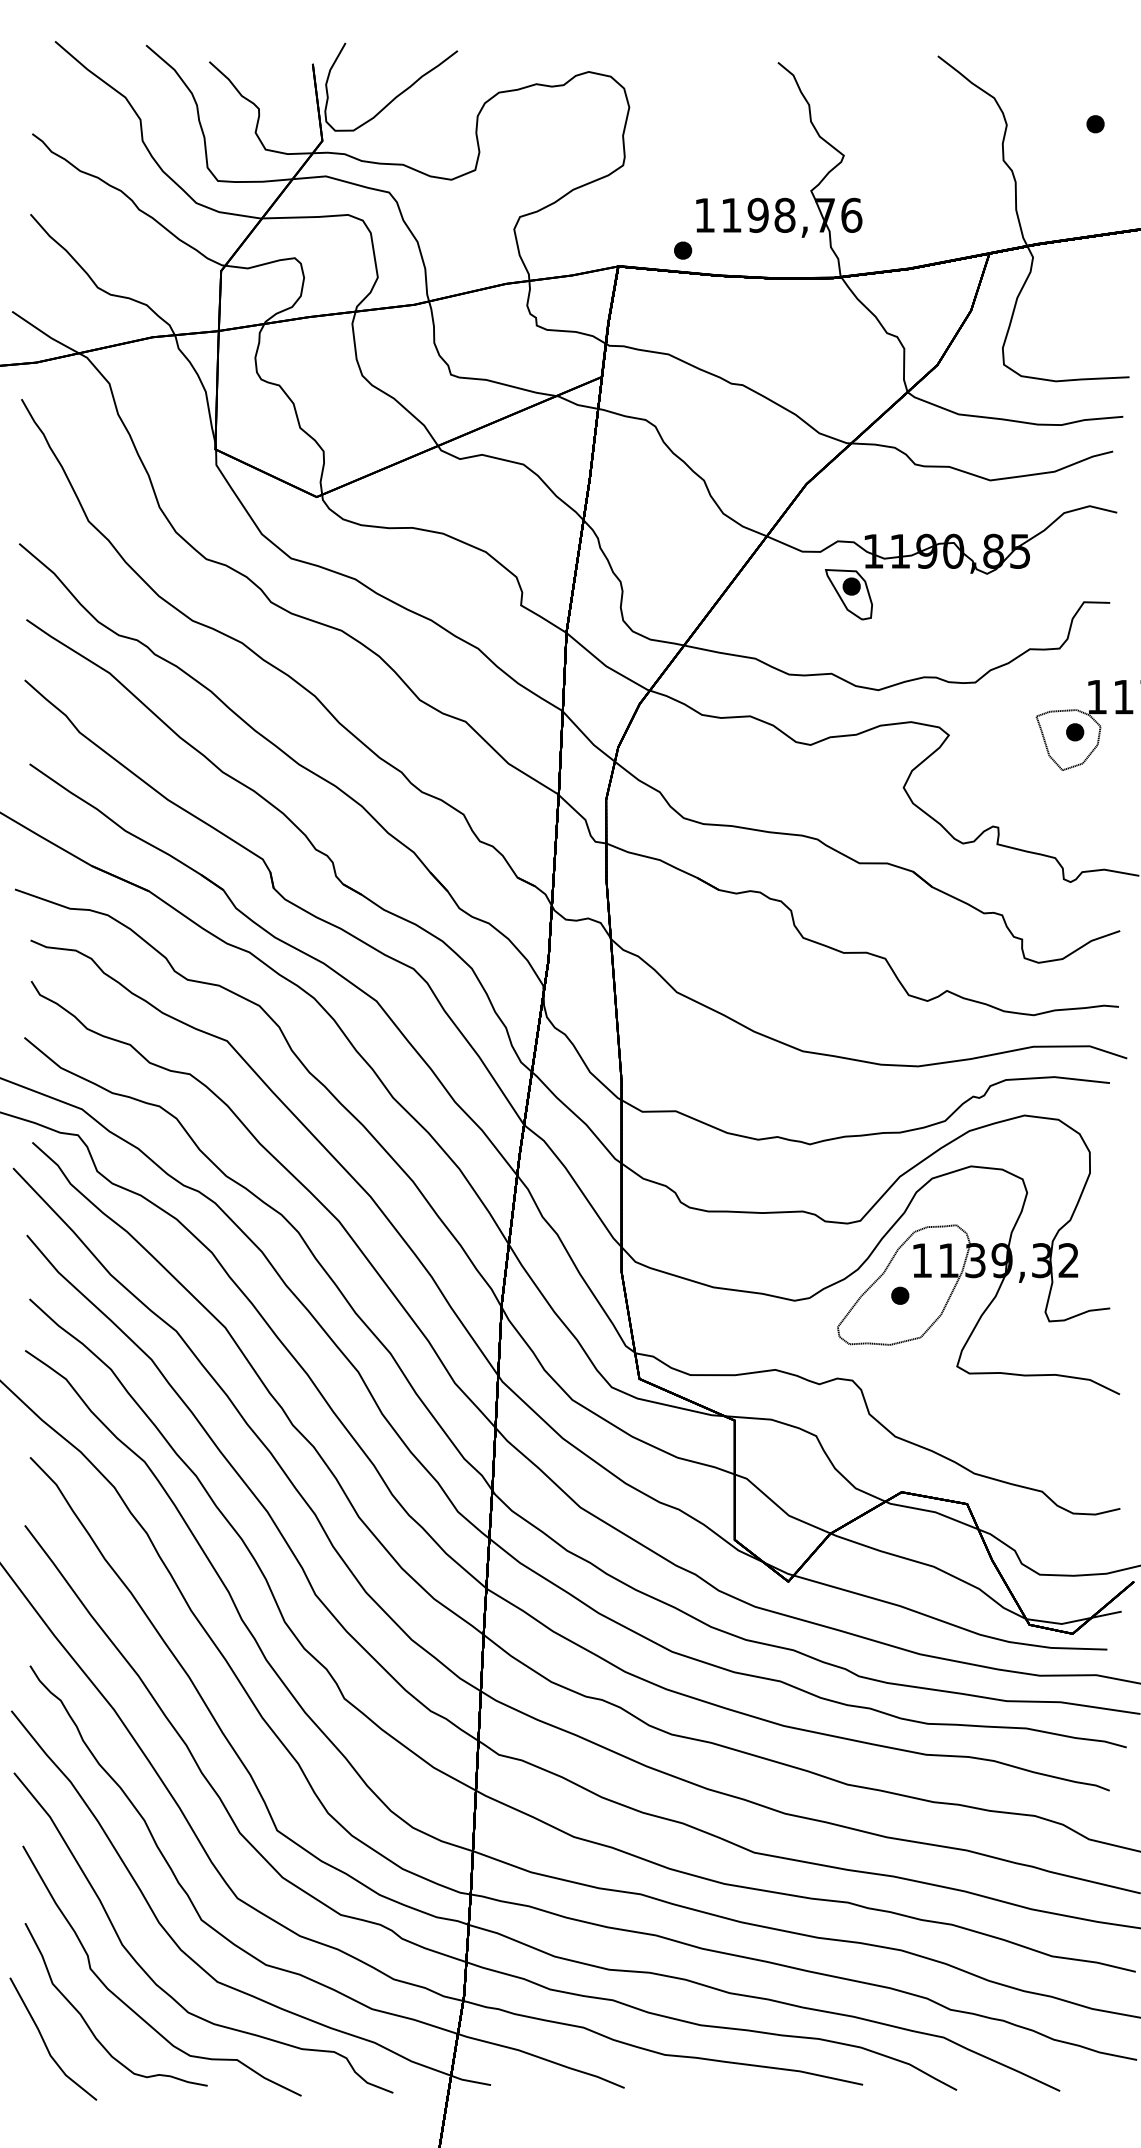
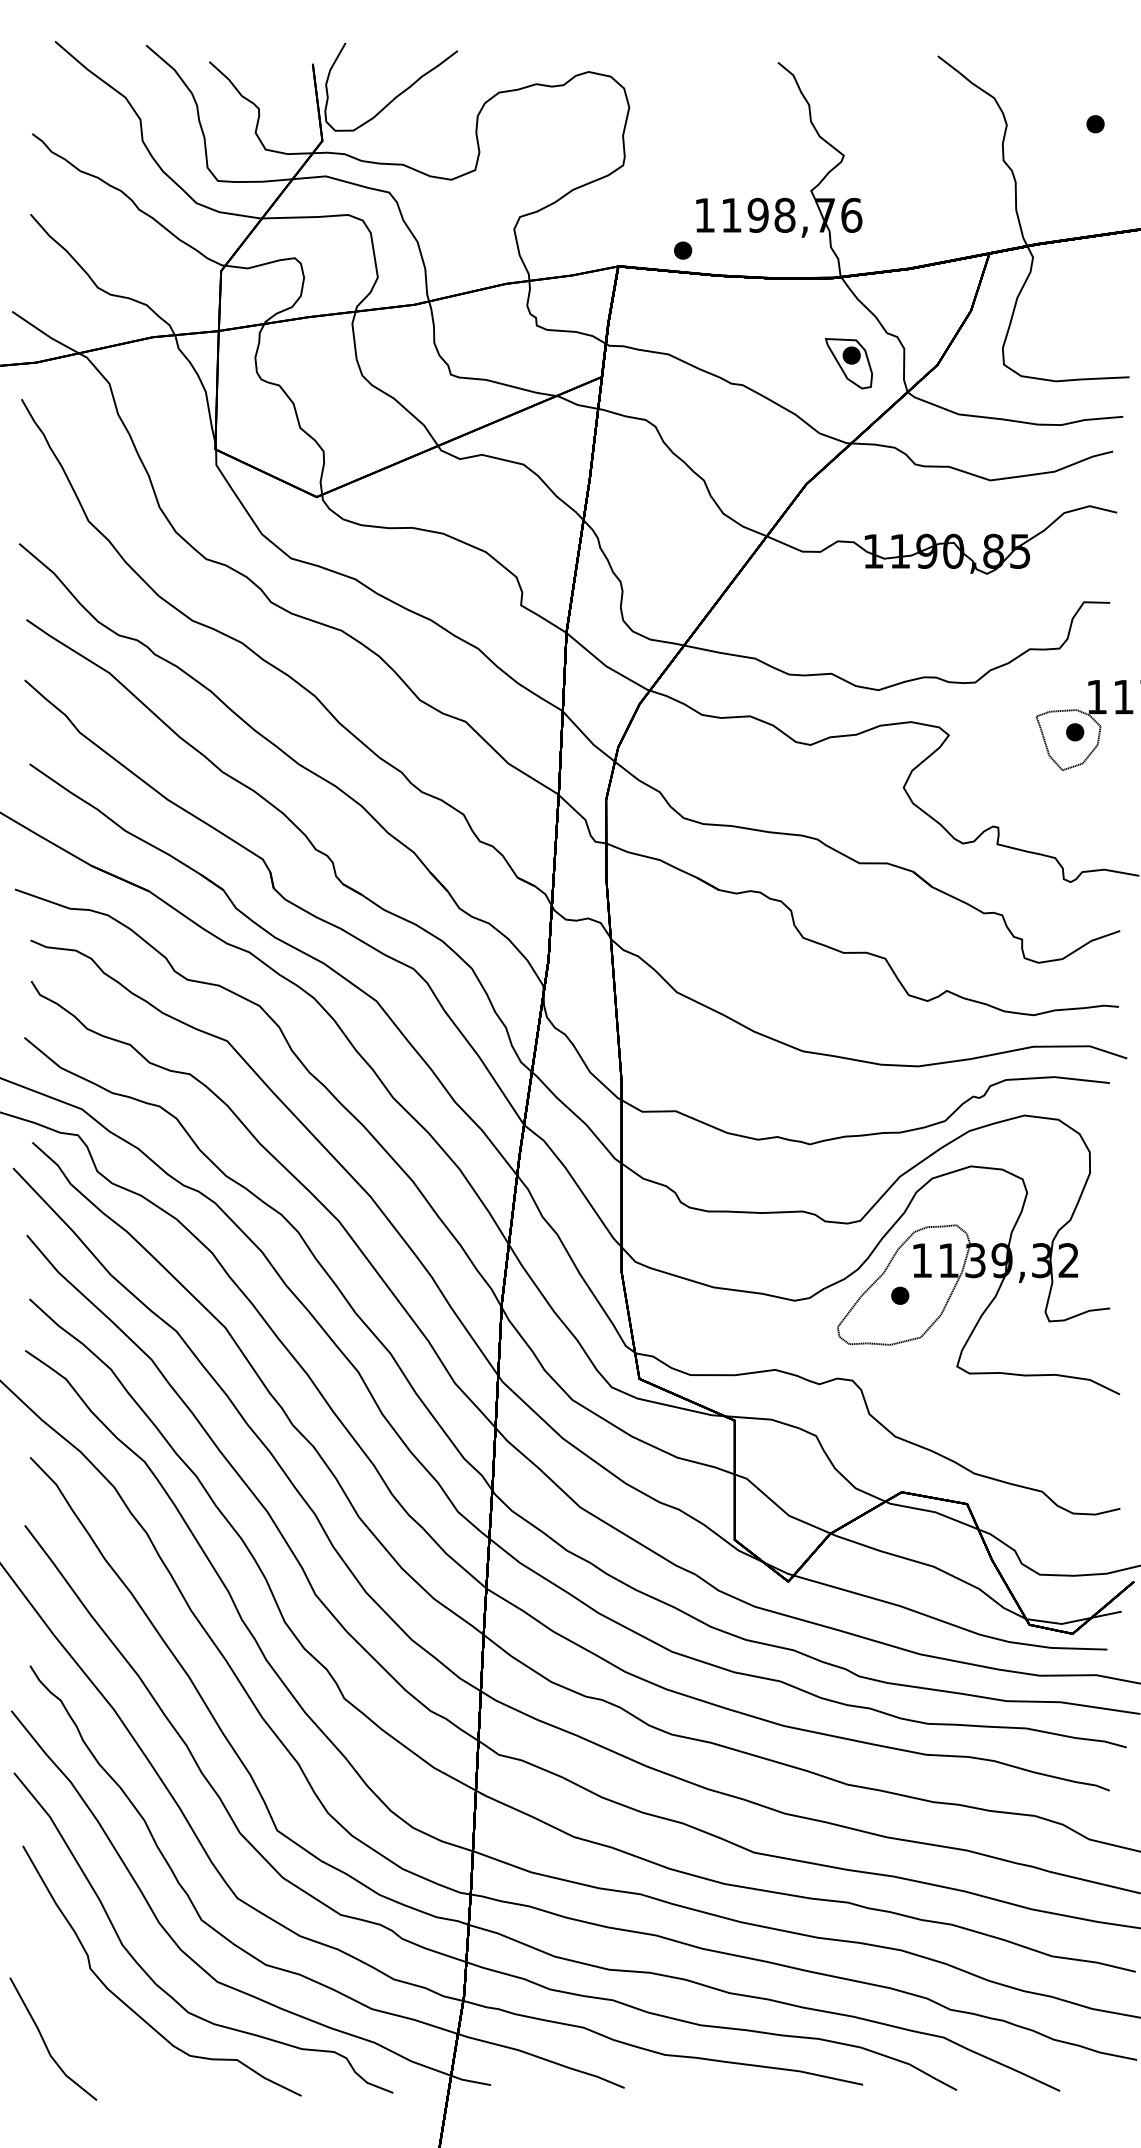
part at (848, 594) position: (848, 594) -> (848, 363)
part at (88, 2024): present -> none
